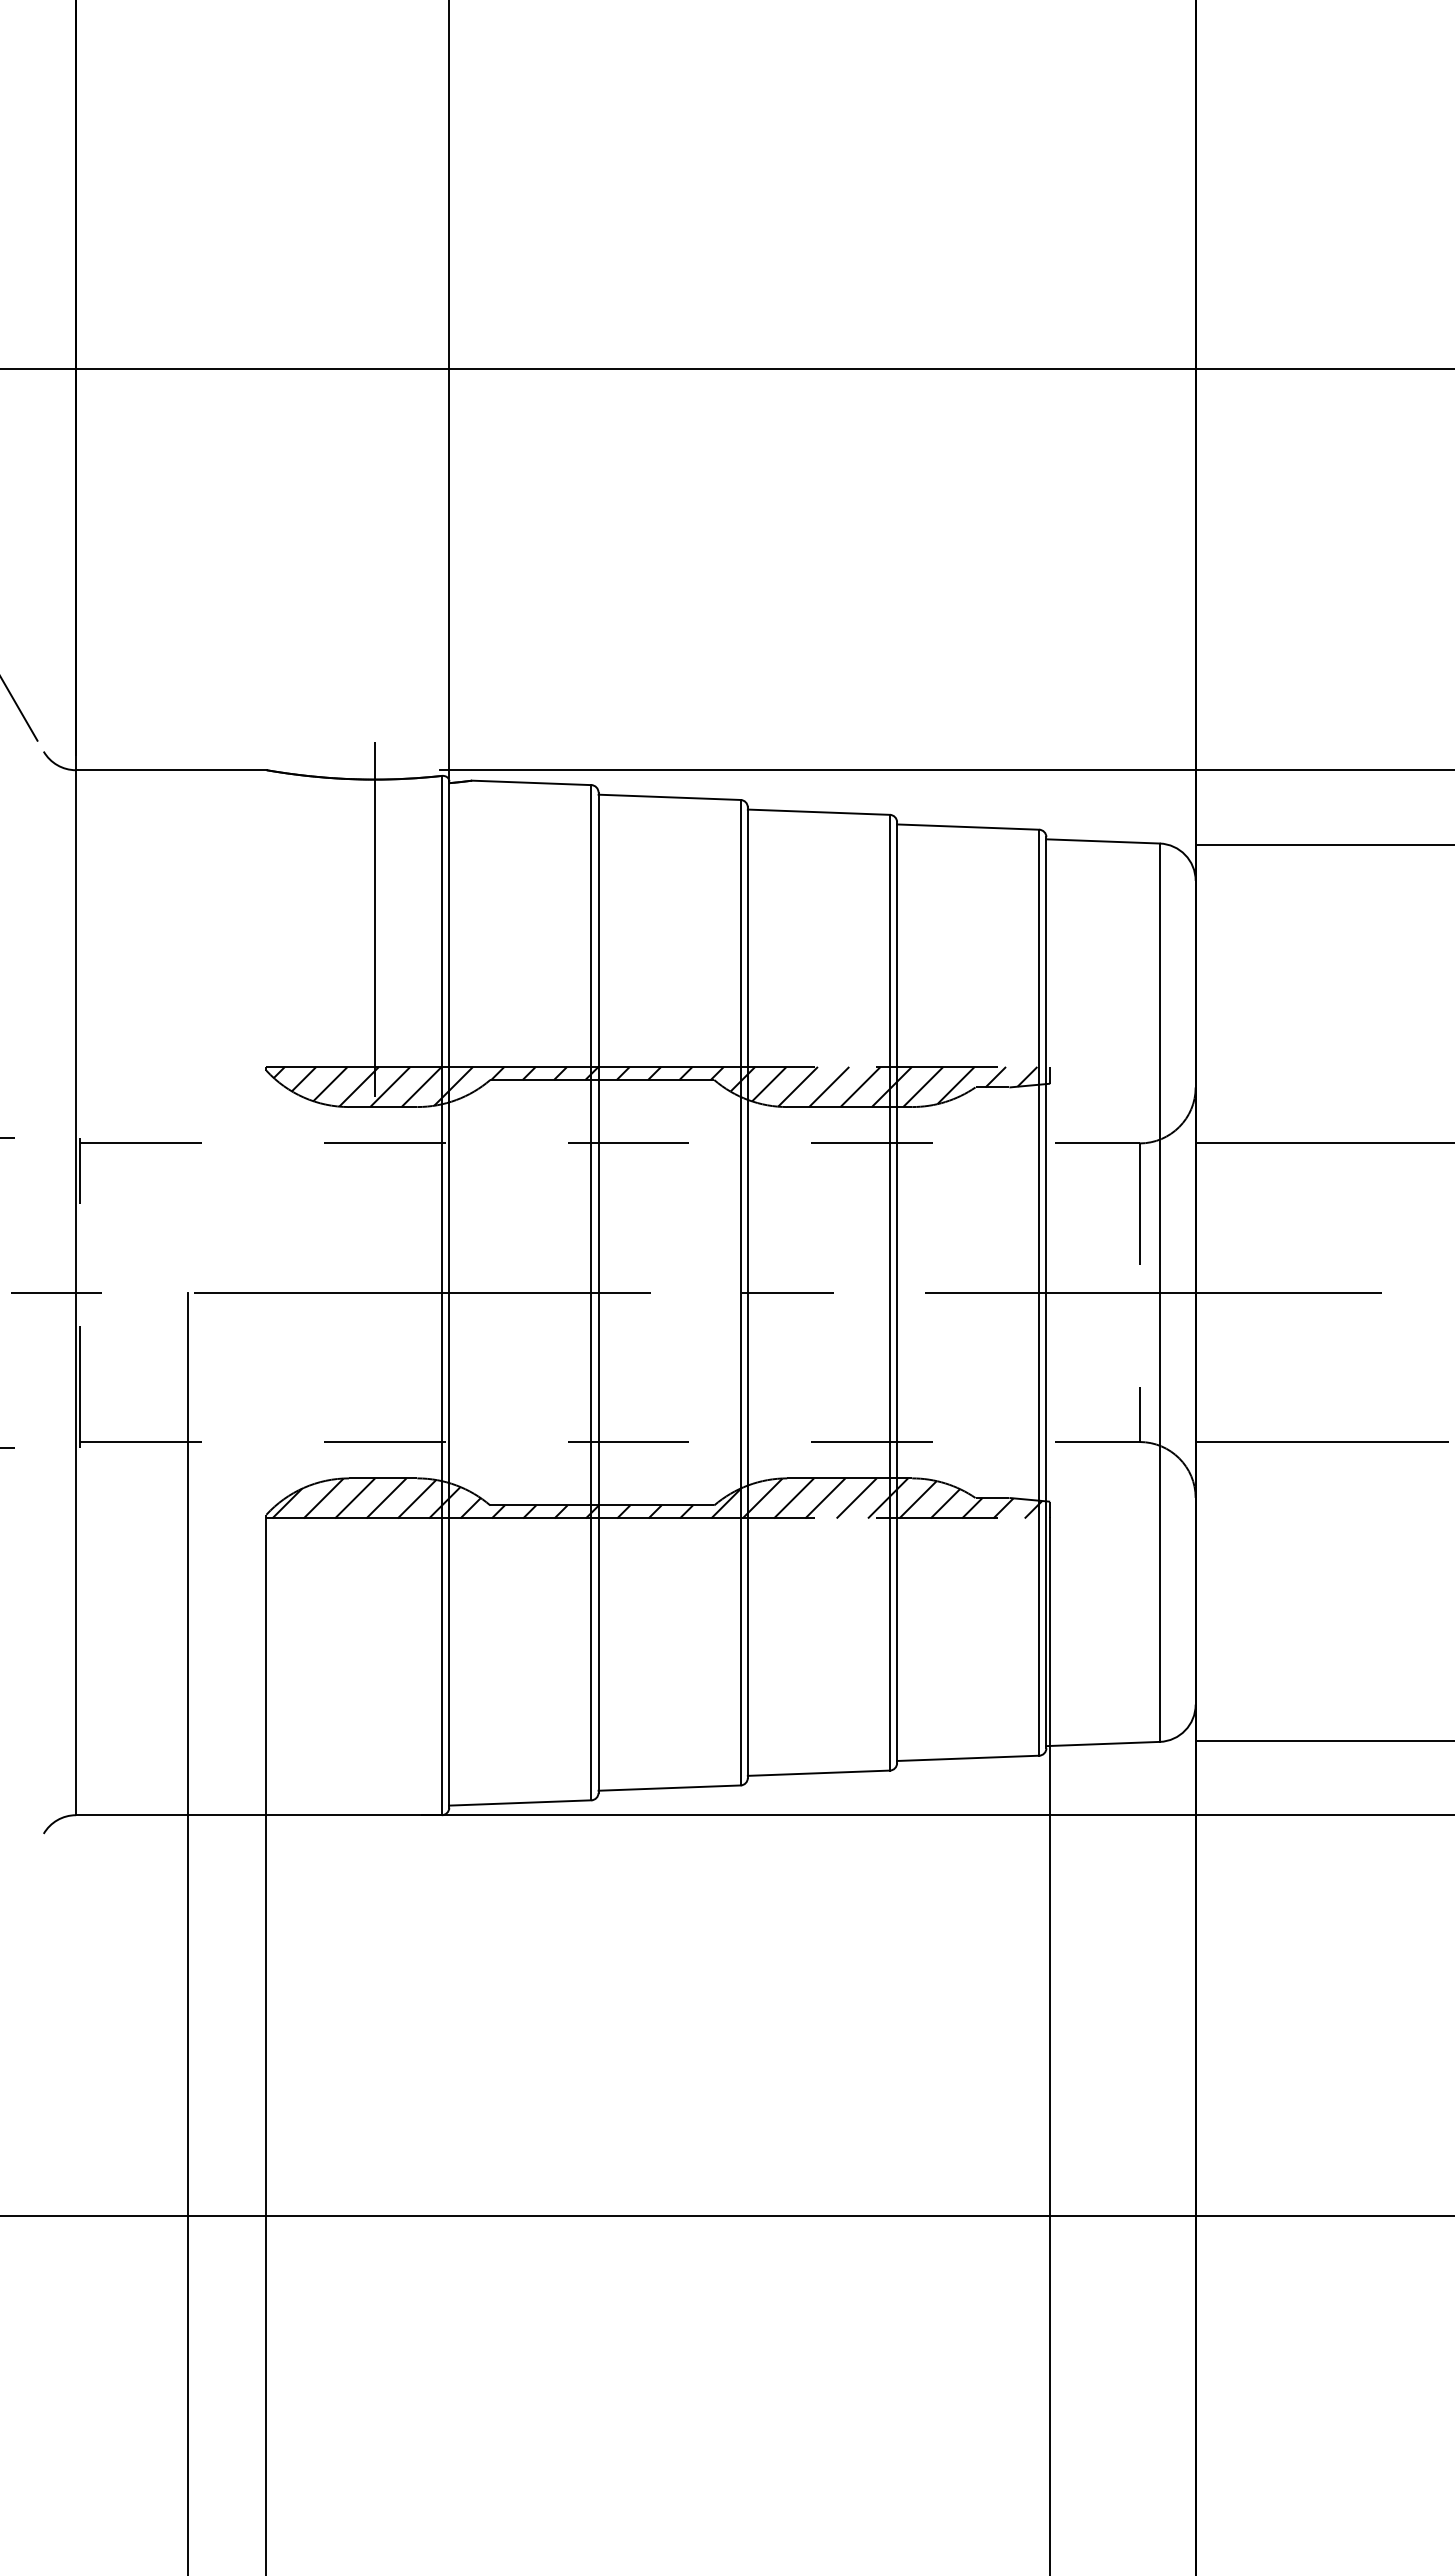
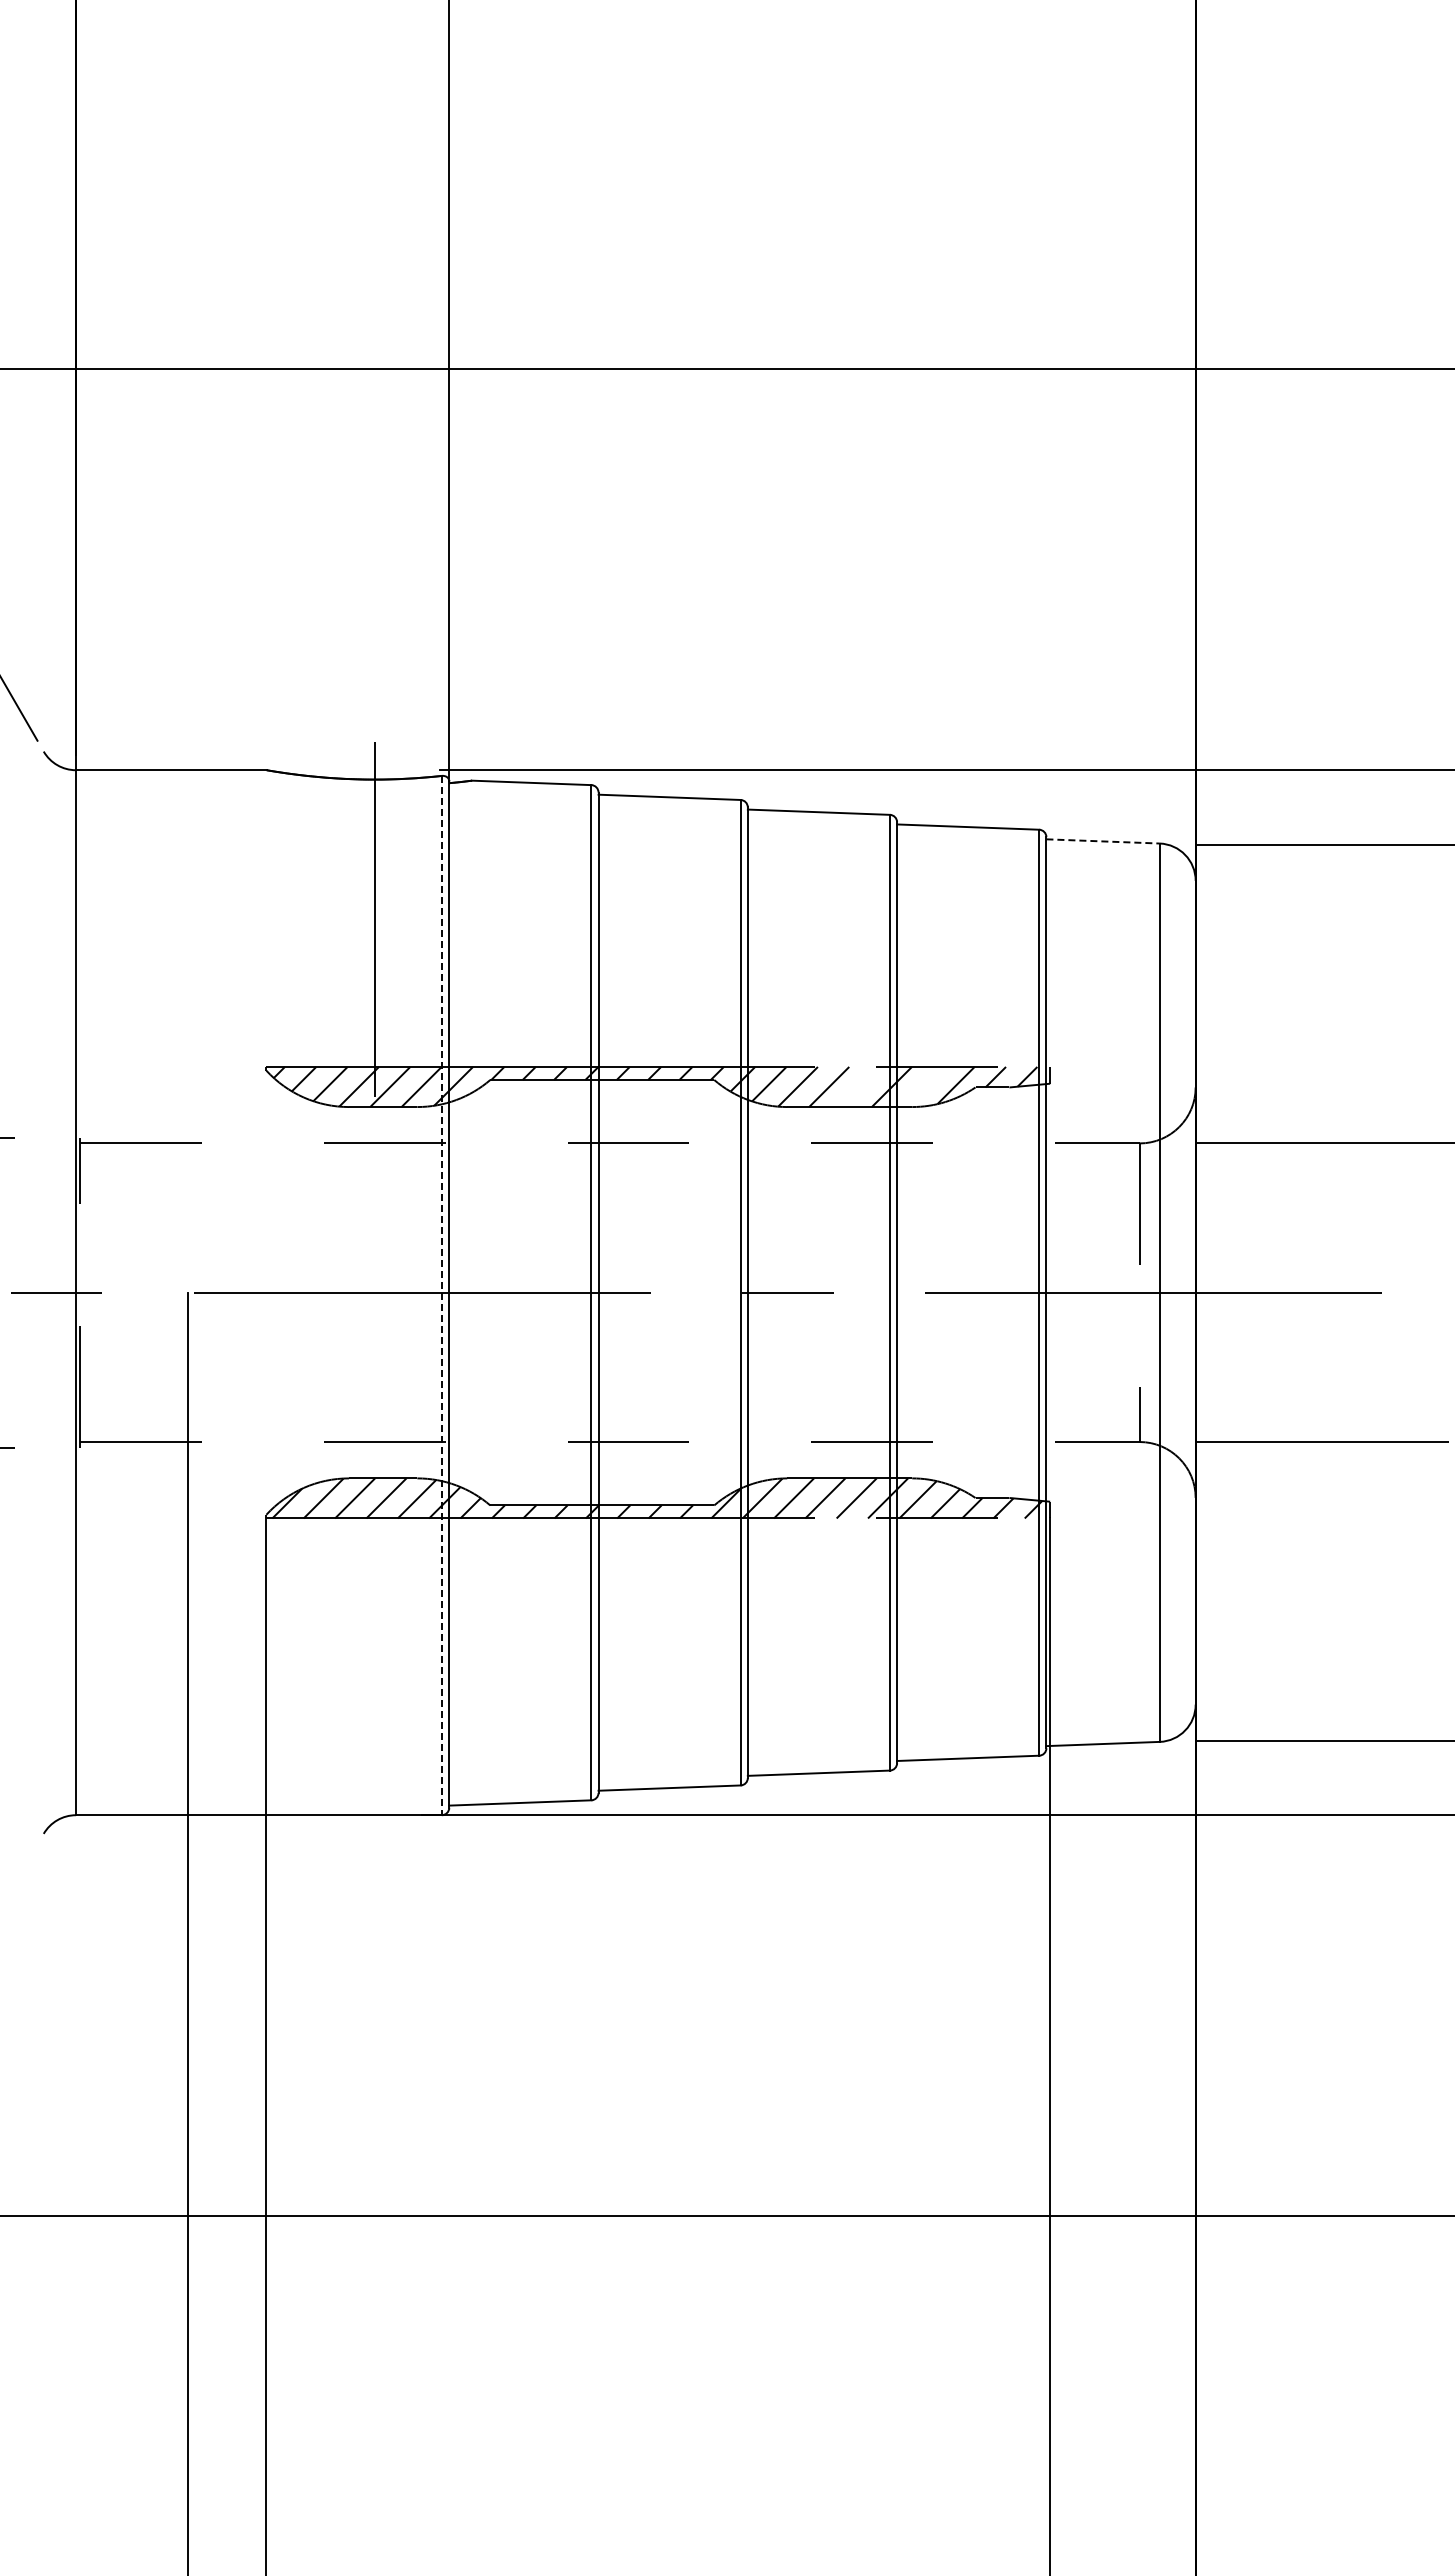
line at (1103, 841): solid -> dashed
line at (860, 1086): present -> none
line at (923, 1086): present -> none
line at (441, 1295): solid -> dashed
